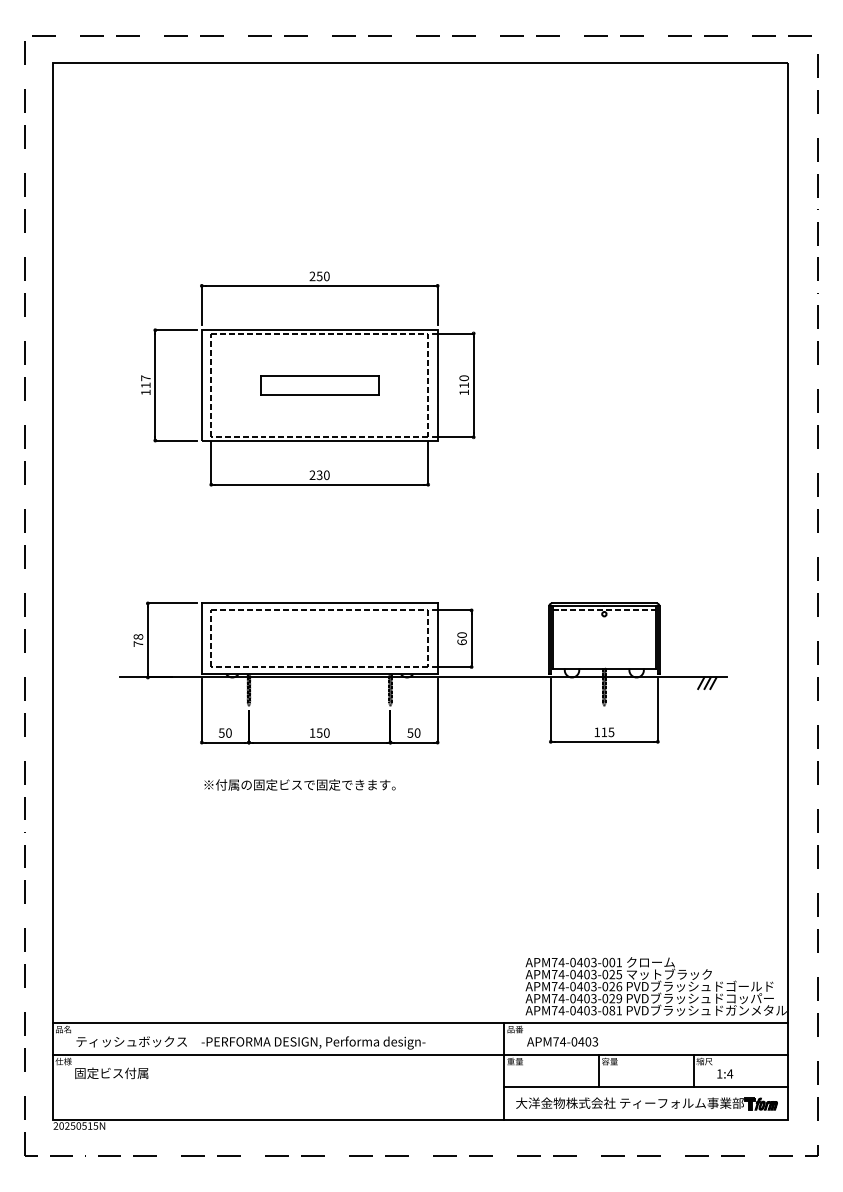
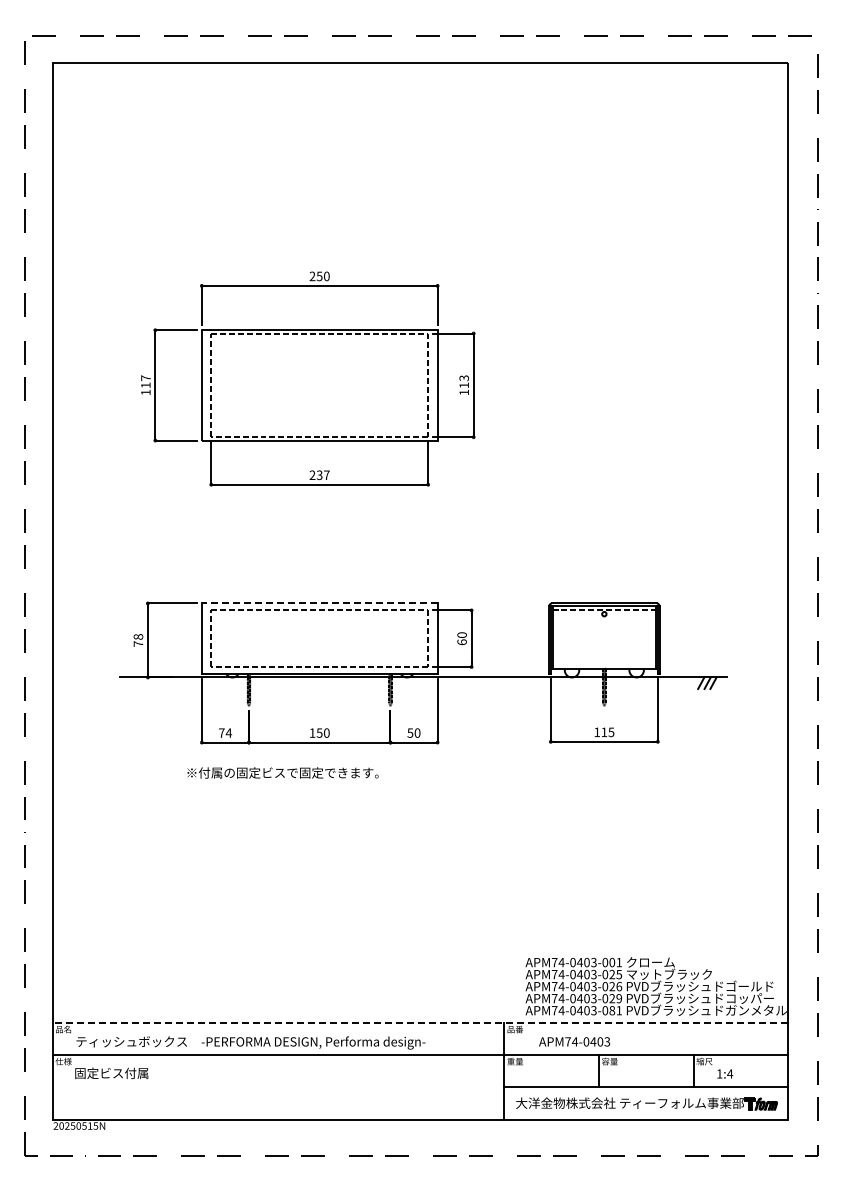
text at (463, 378): 110 -> 113
part at (319, 385): present -> none
text at (326, 475): 230 -> 237
line at (319, 603): solid -> dashed
text at (225, 732): 50 -> 74
text at (299, 784) position: (299, 784) -> (282, 772)
line at (420, 1023): solid -> dashed
text at (562, 1041) position: (562, 1041) -> (574, 1041)
